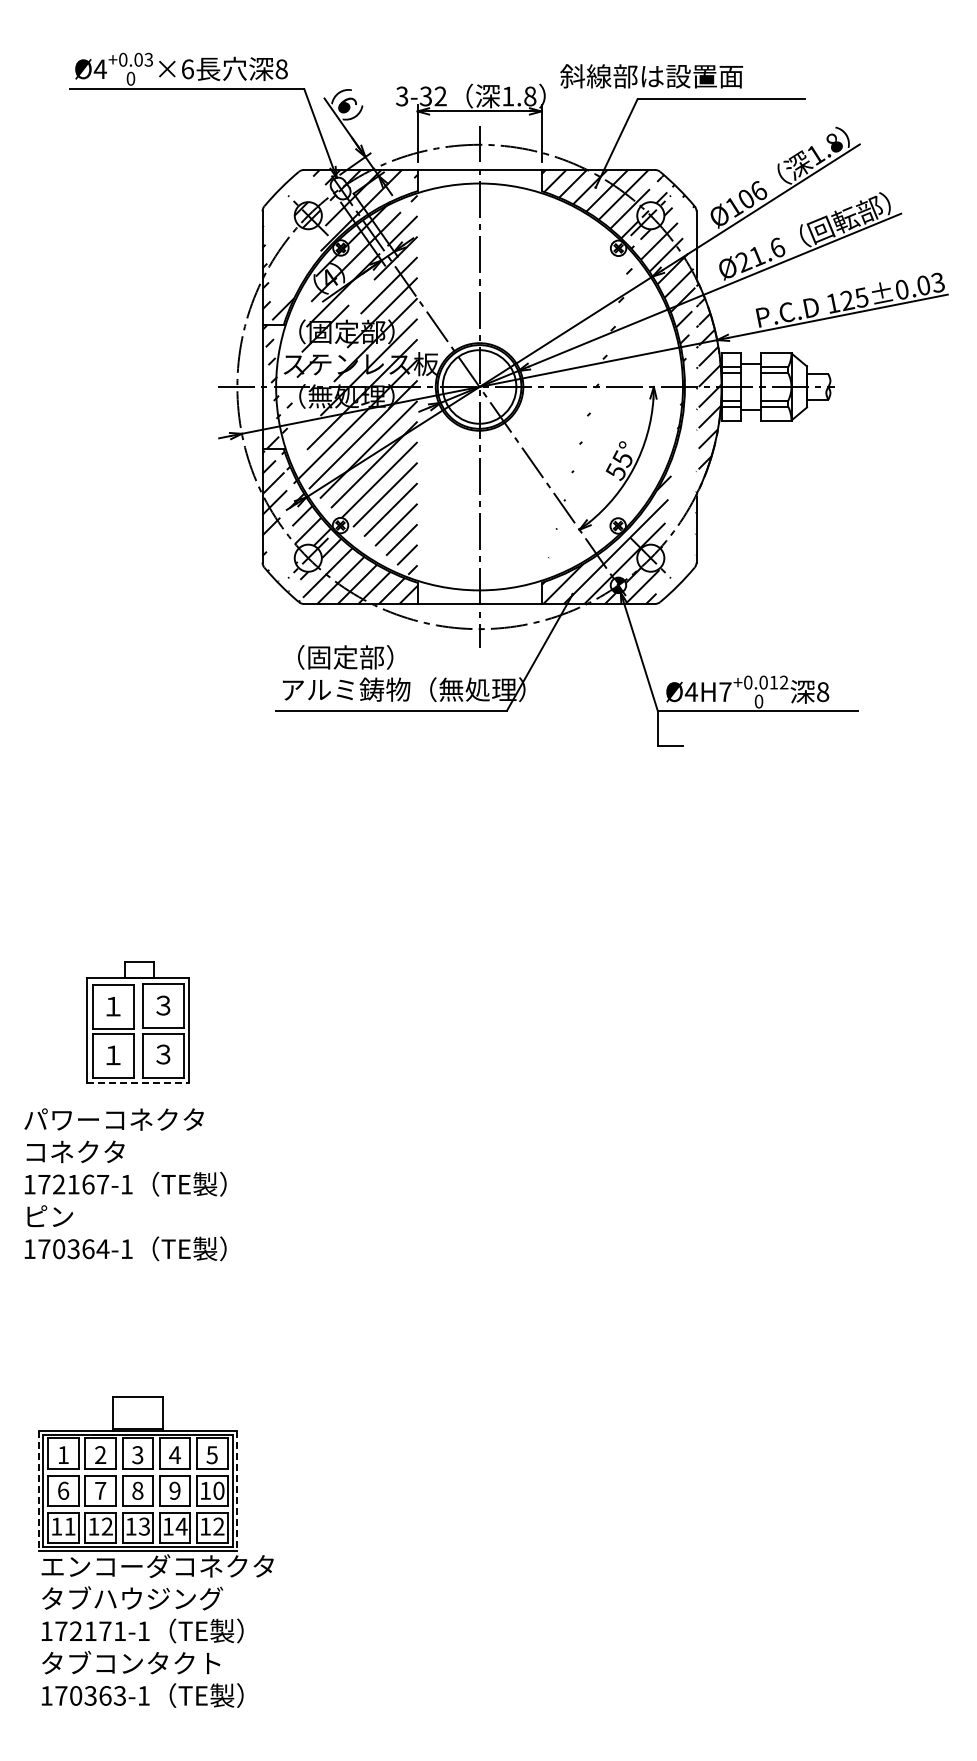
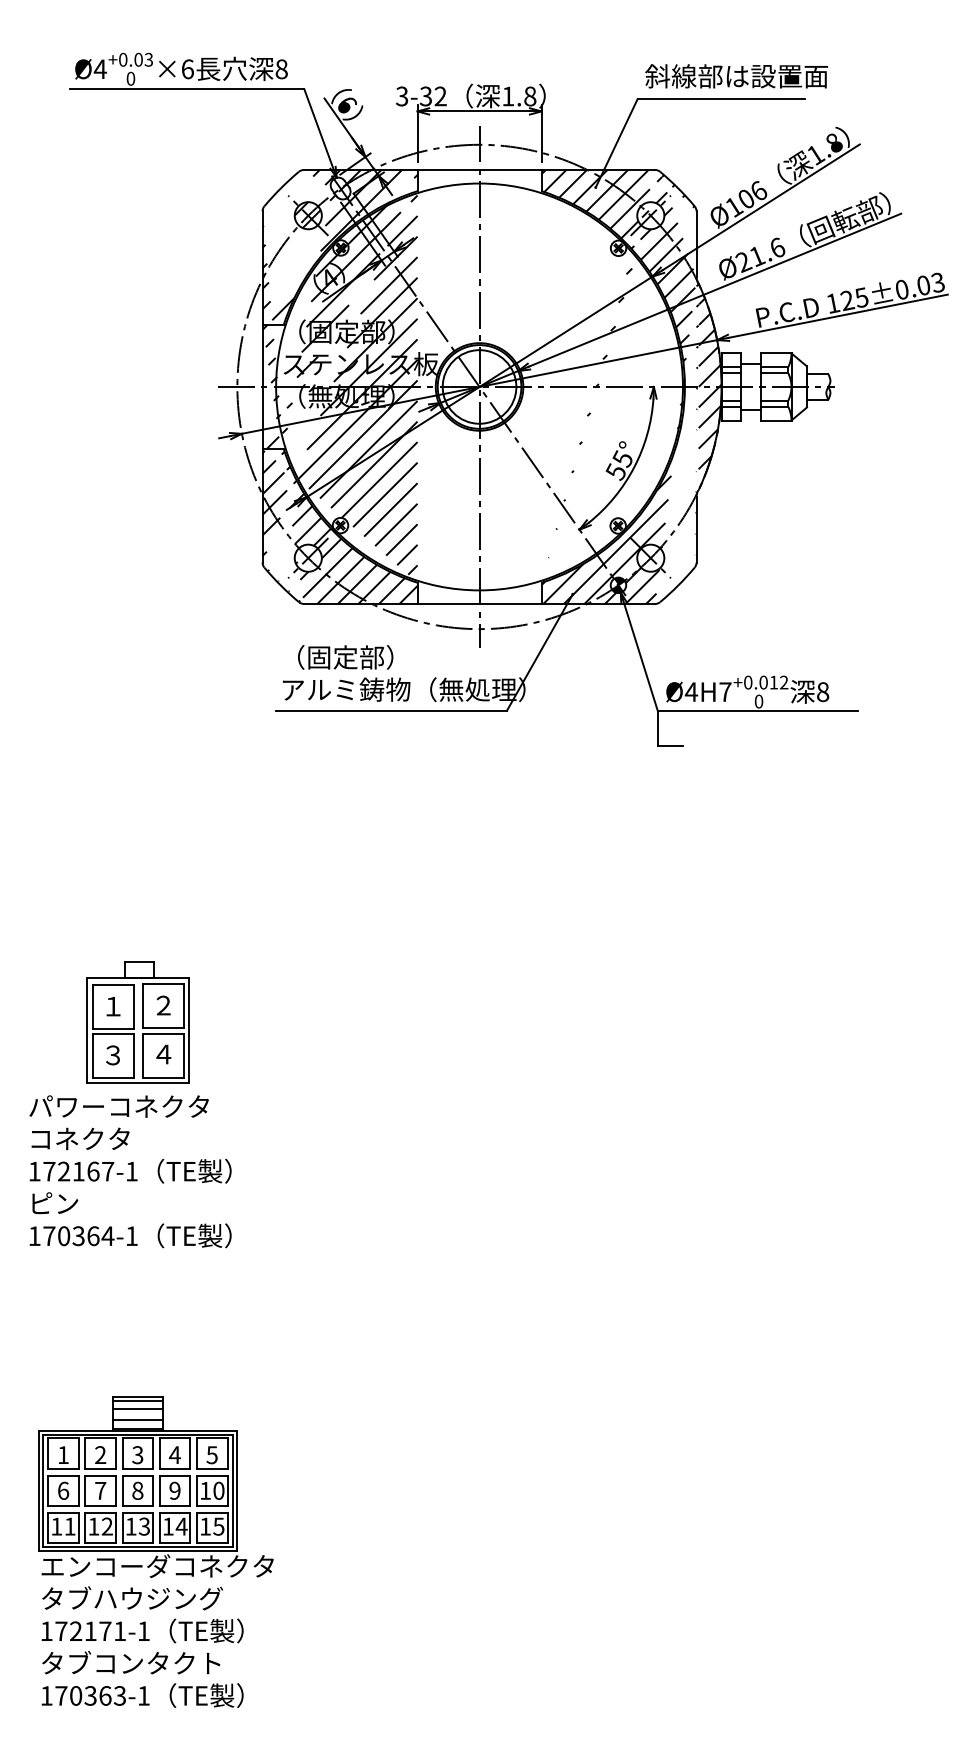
text at (651, 76) position: (651, 76) -> (736, 76)
text at (163, 1005): ３ -> ２
text at (163, 1054): ３ -> ４
text at (113, 1055): １ -> ３
line at (138, 1082): dashed -> solid
text at (125, 1184) position: (125, 1184) -> (130, 1171)
line at (137, 1400): none -> present
line at (137, 1409): none -> present
line at (137, 1420): none -> present
line at (38, 1491): dashed -> solid
line at (237, 1491): dashed -> solid
text at (218, 1526): 12 -> 15
